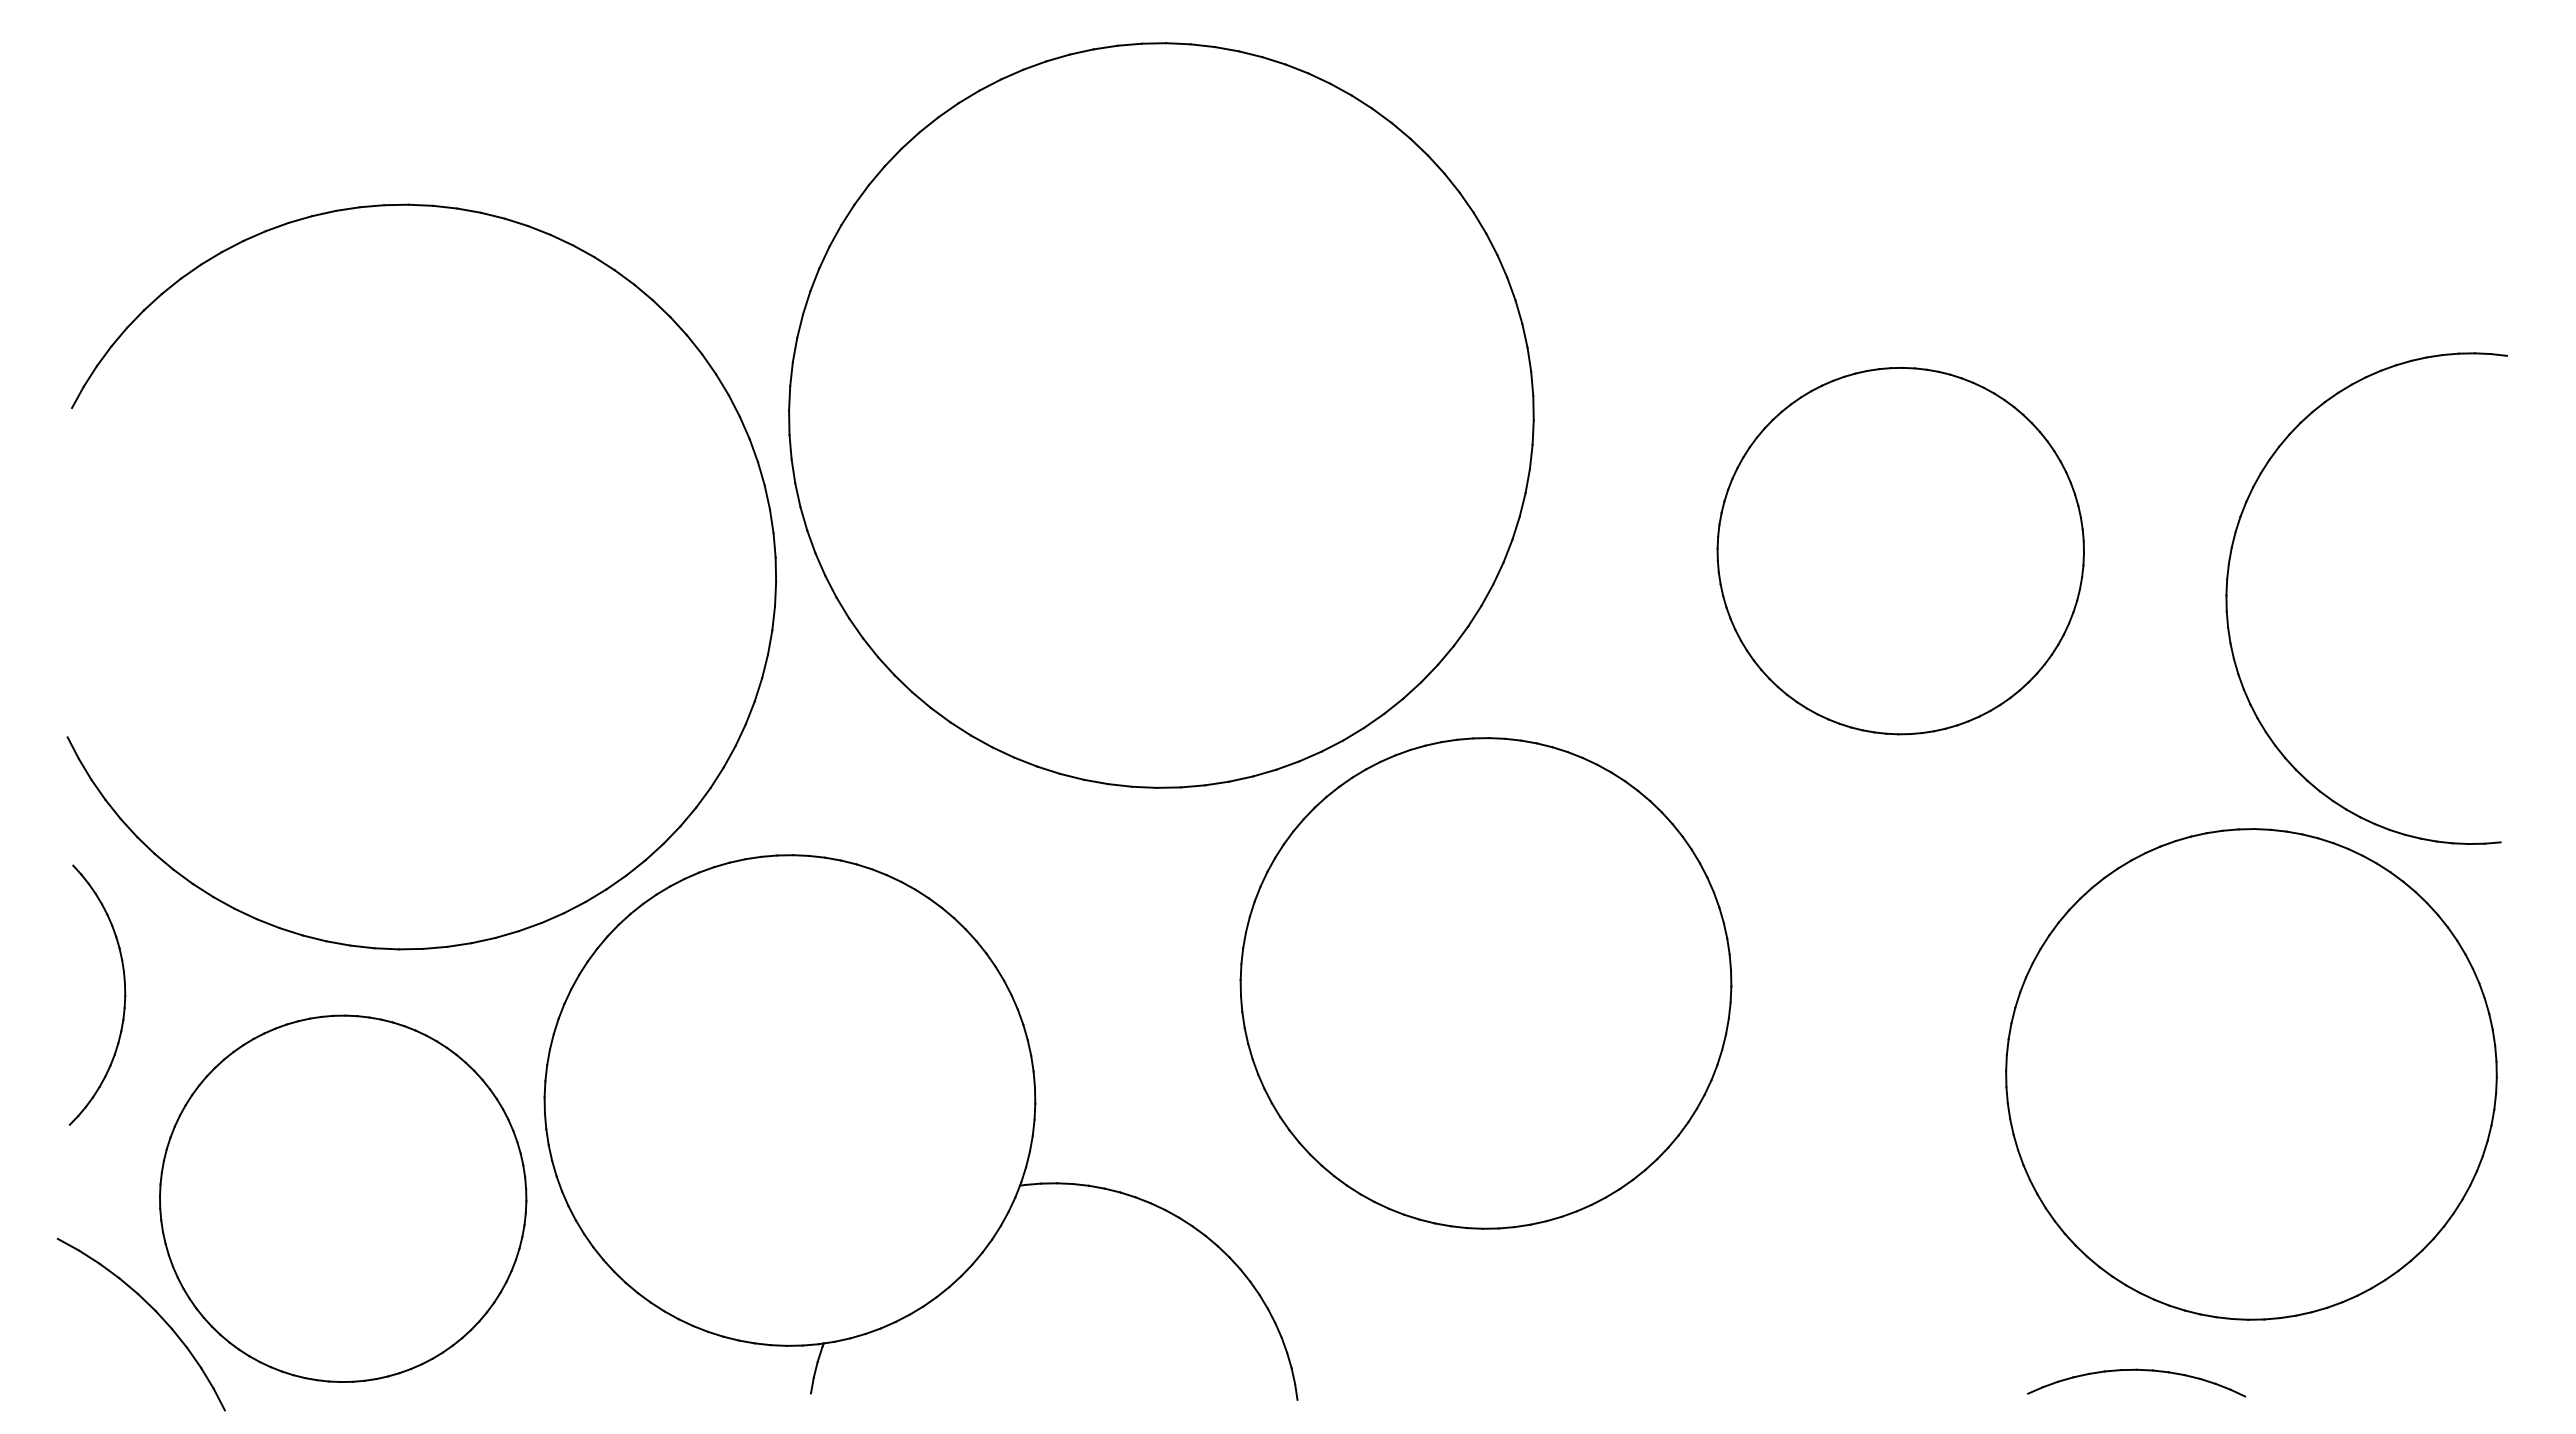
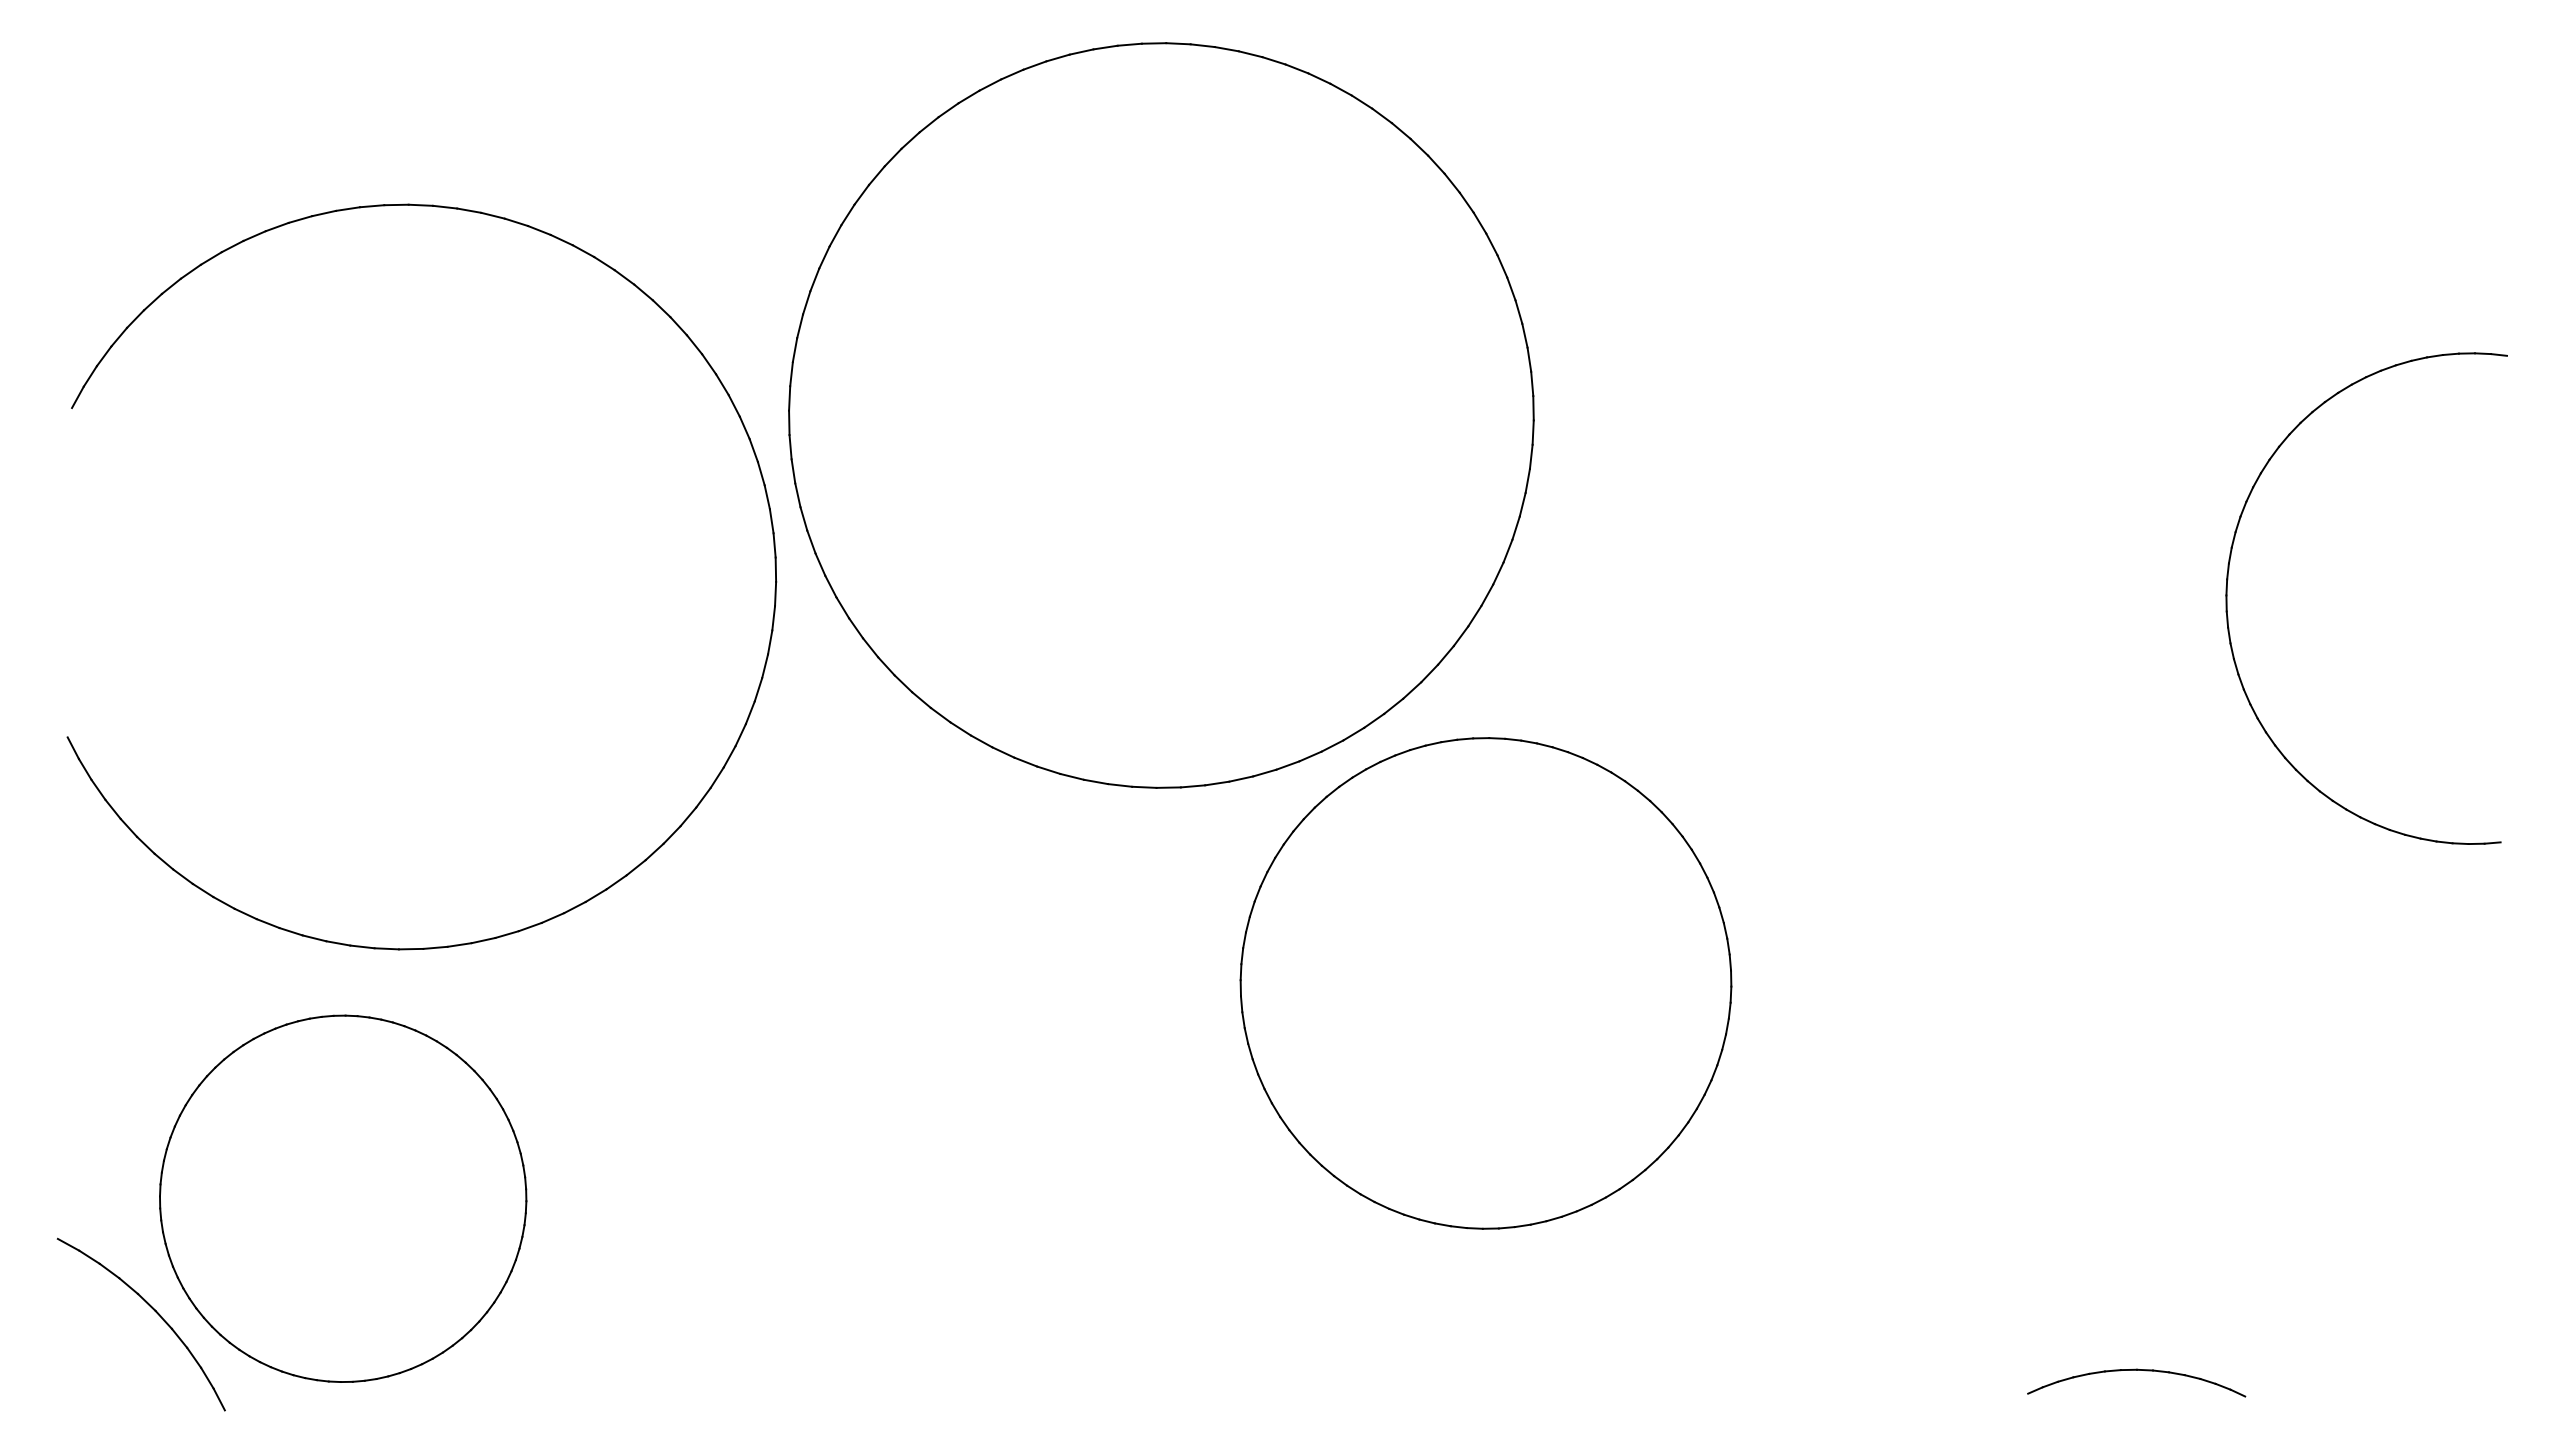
part at (1900, 551): present -> none
part at (124, 994): present -> none
part at (2251, 1074): present -> none
part at (920, 1127): present -> none
